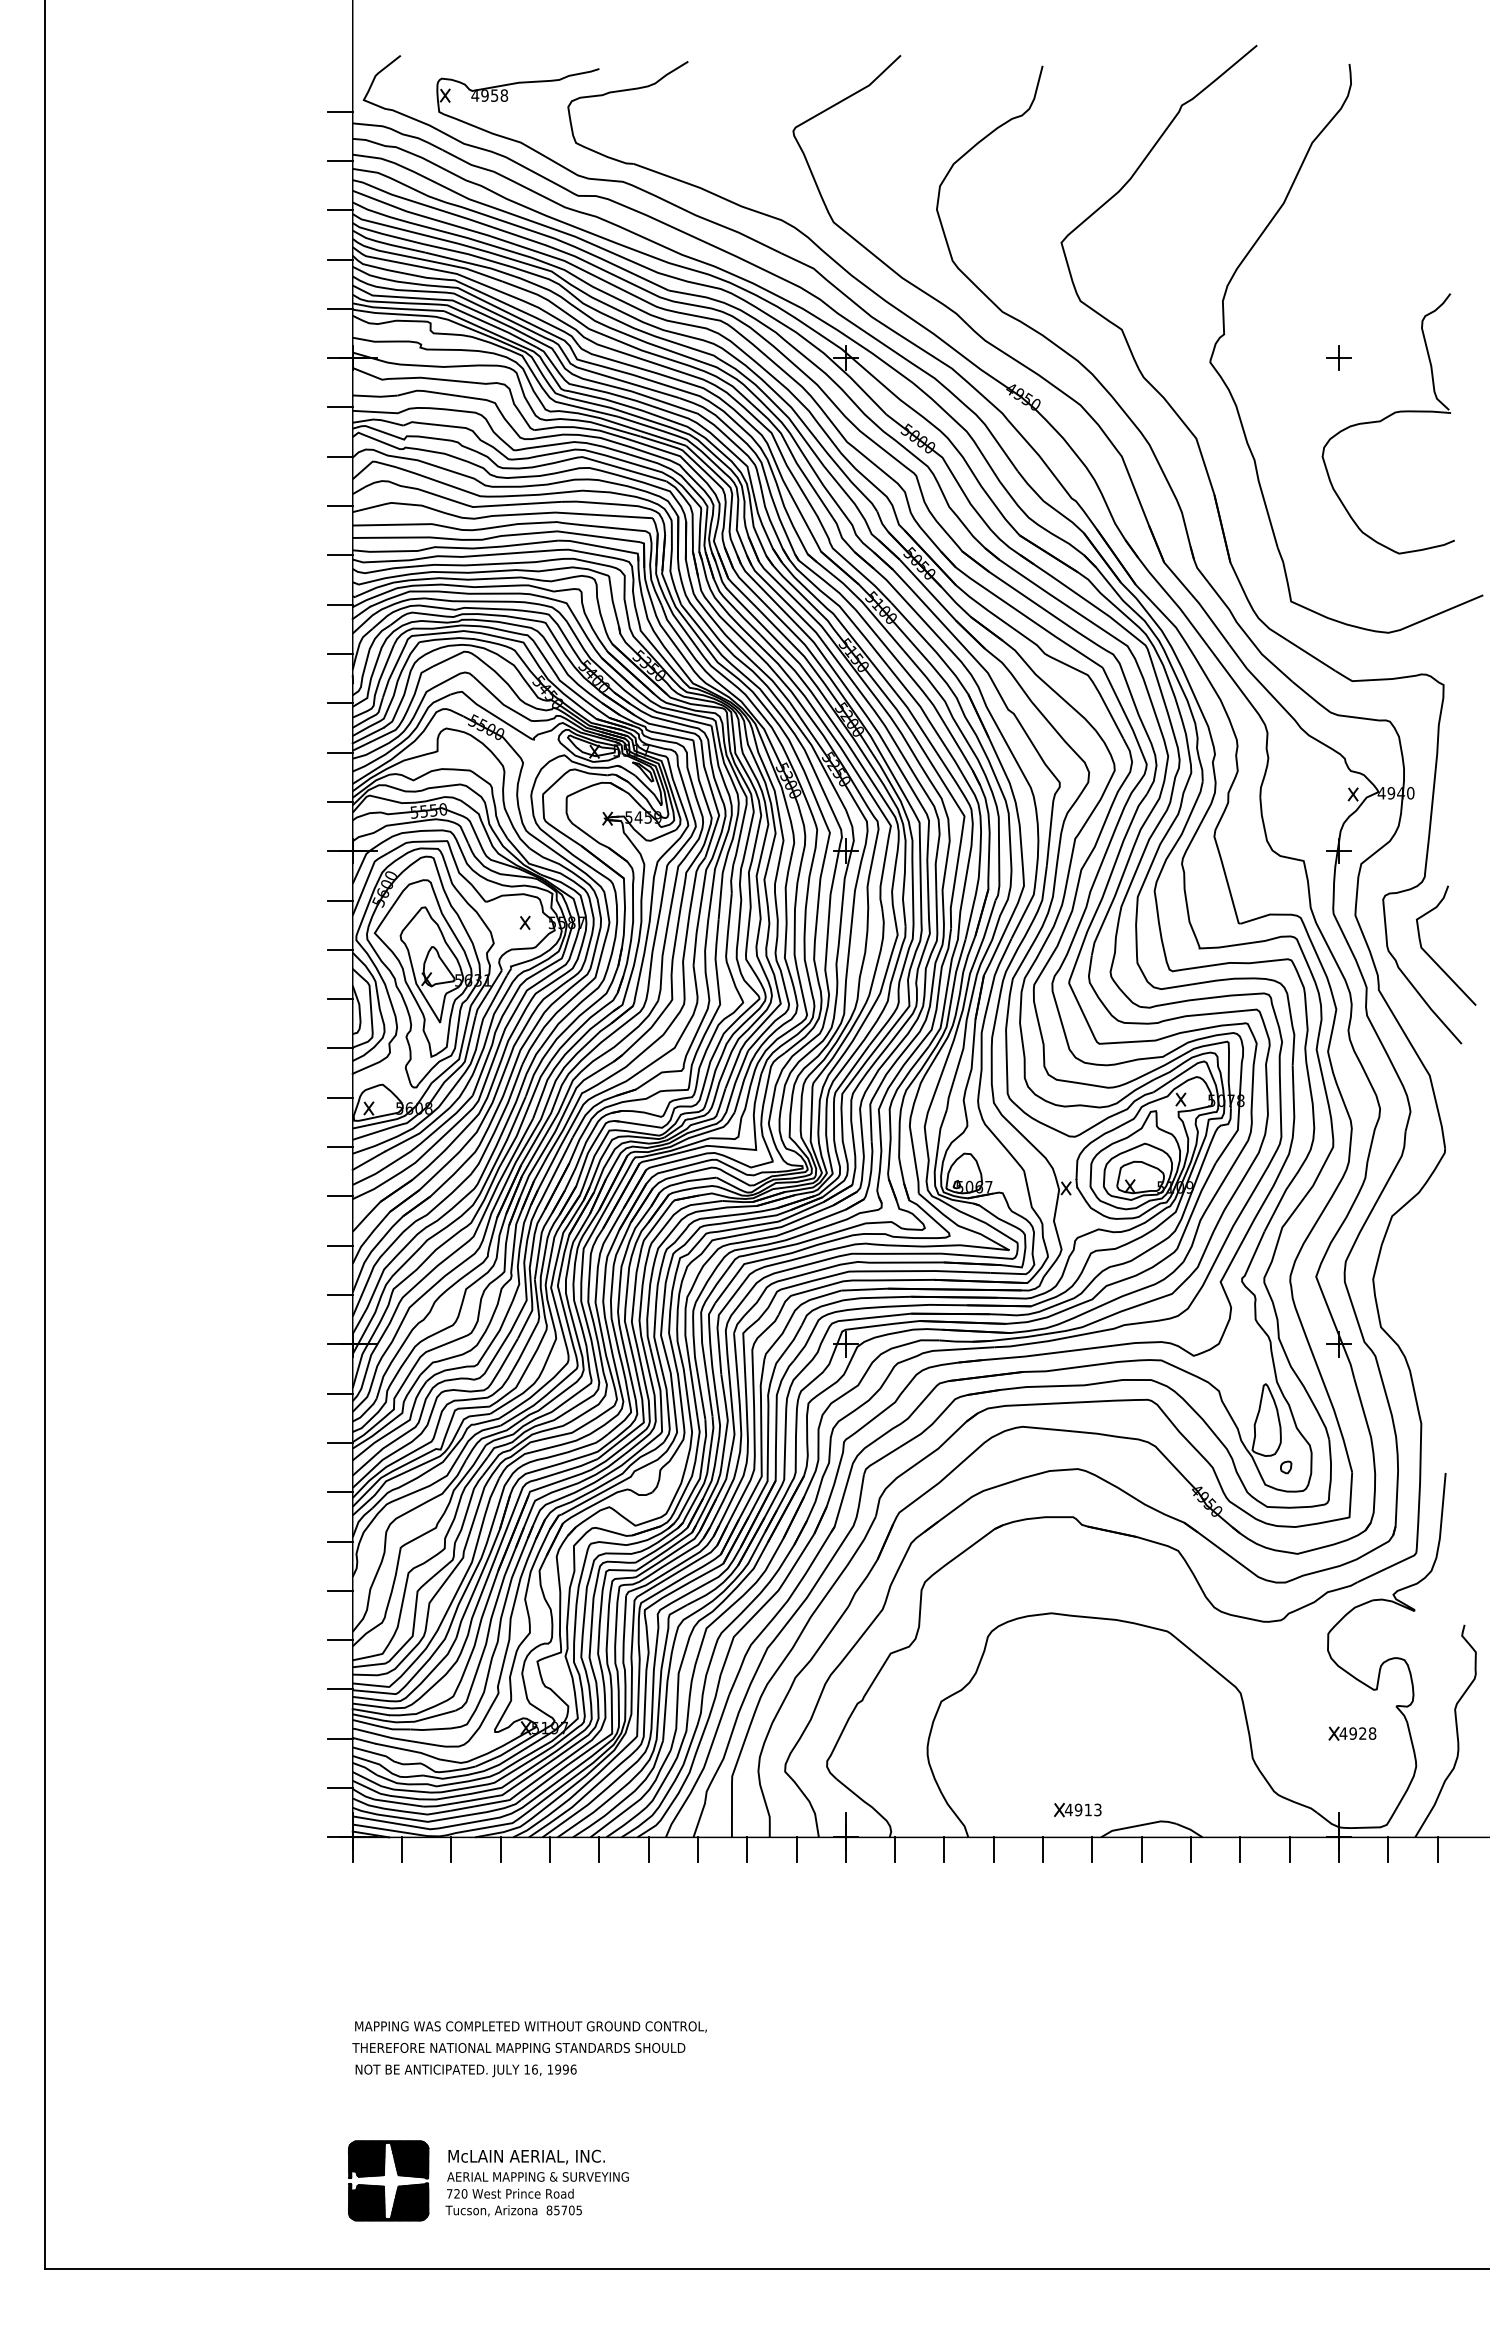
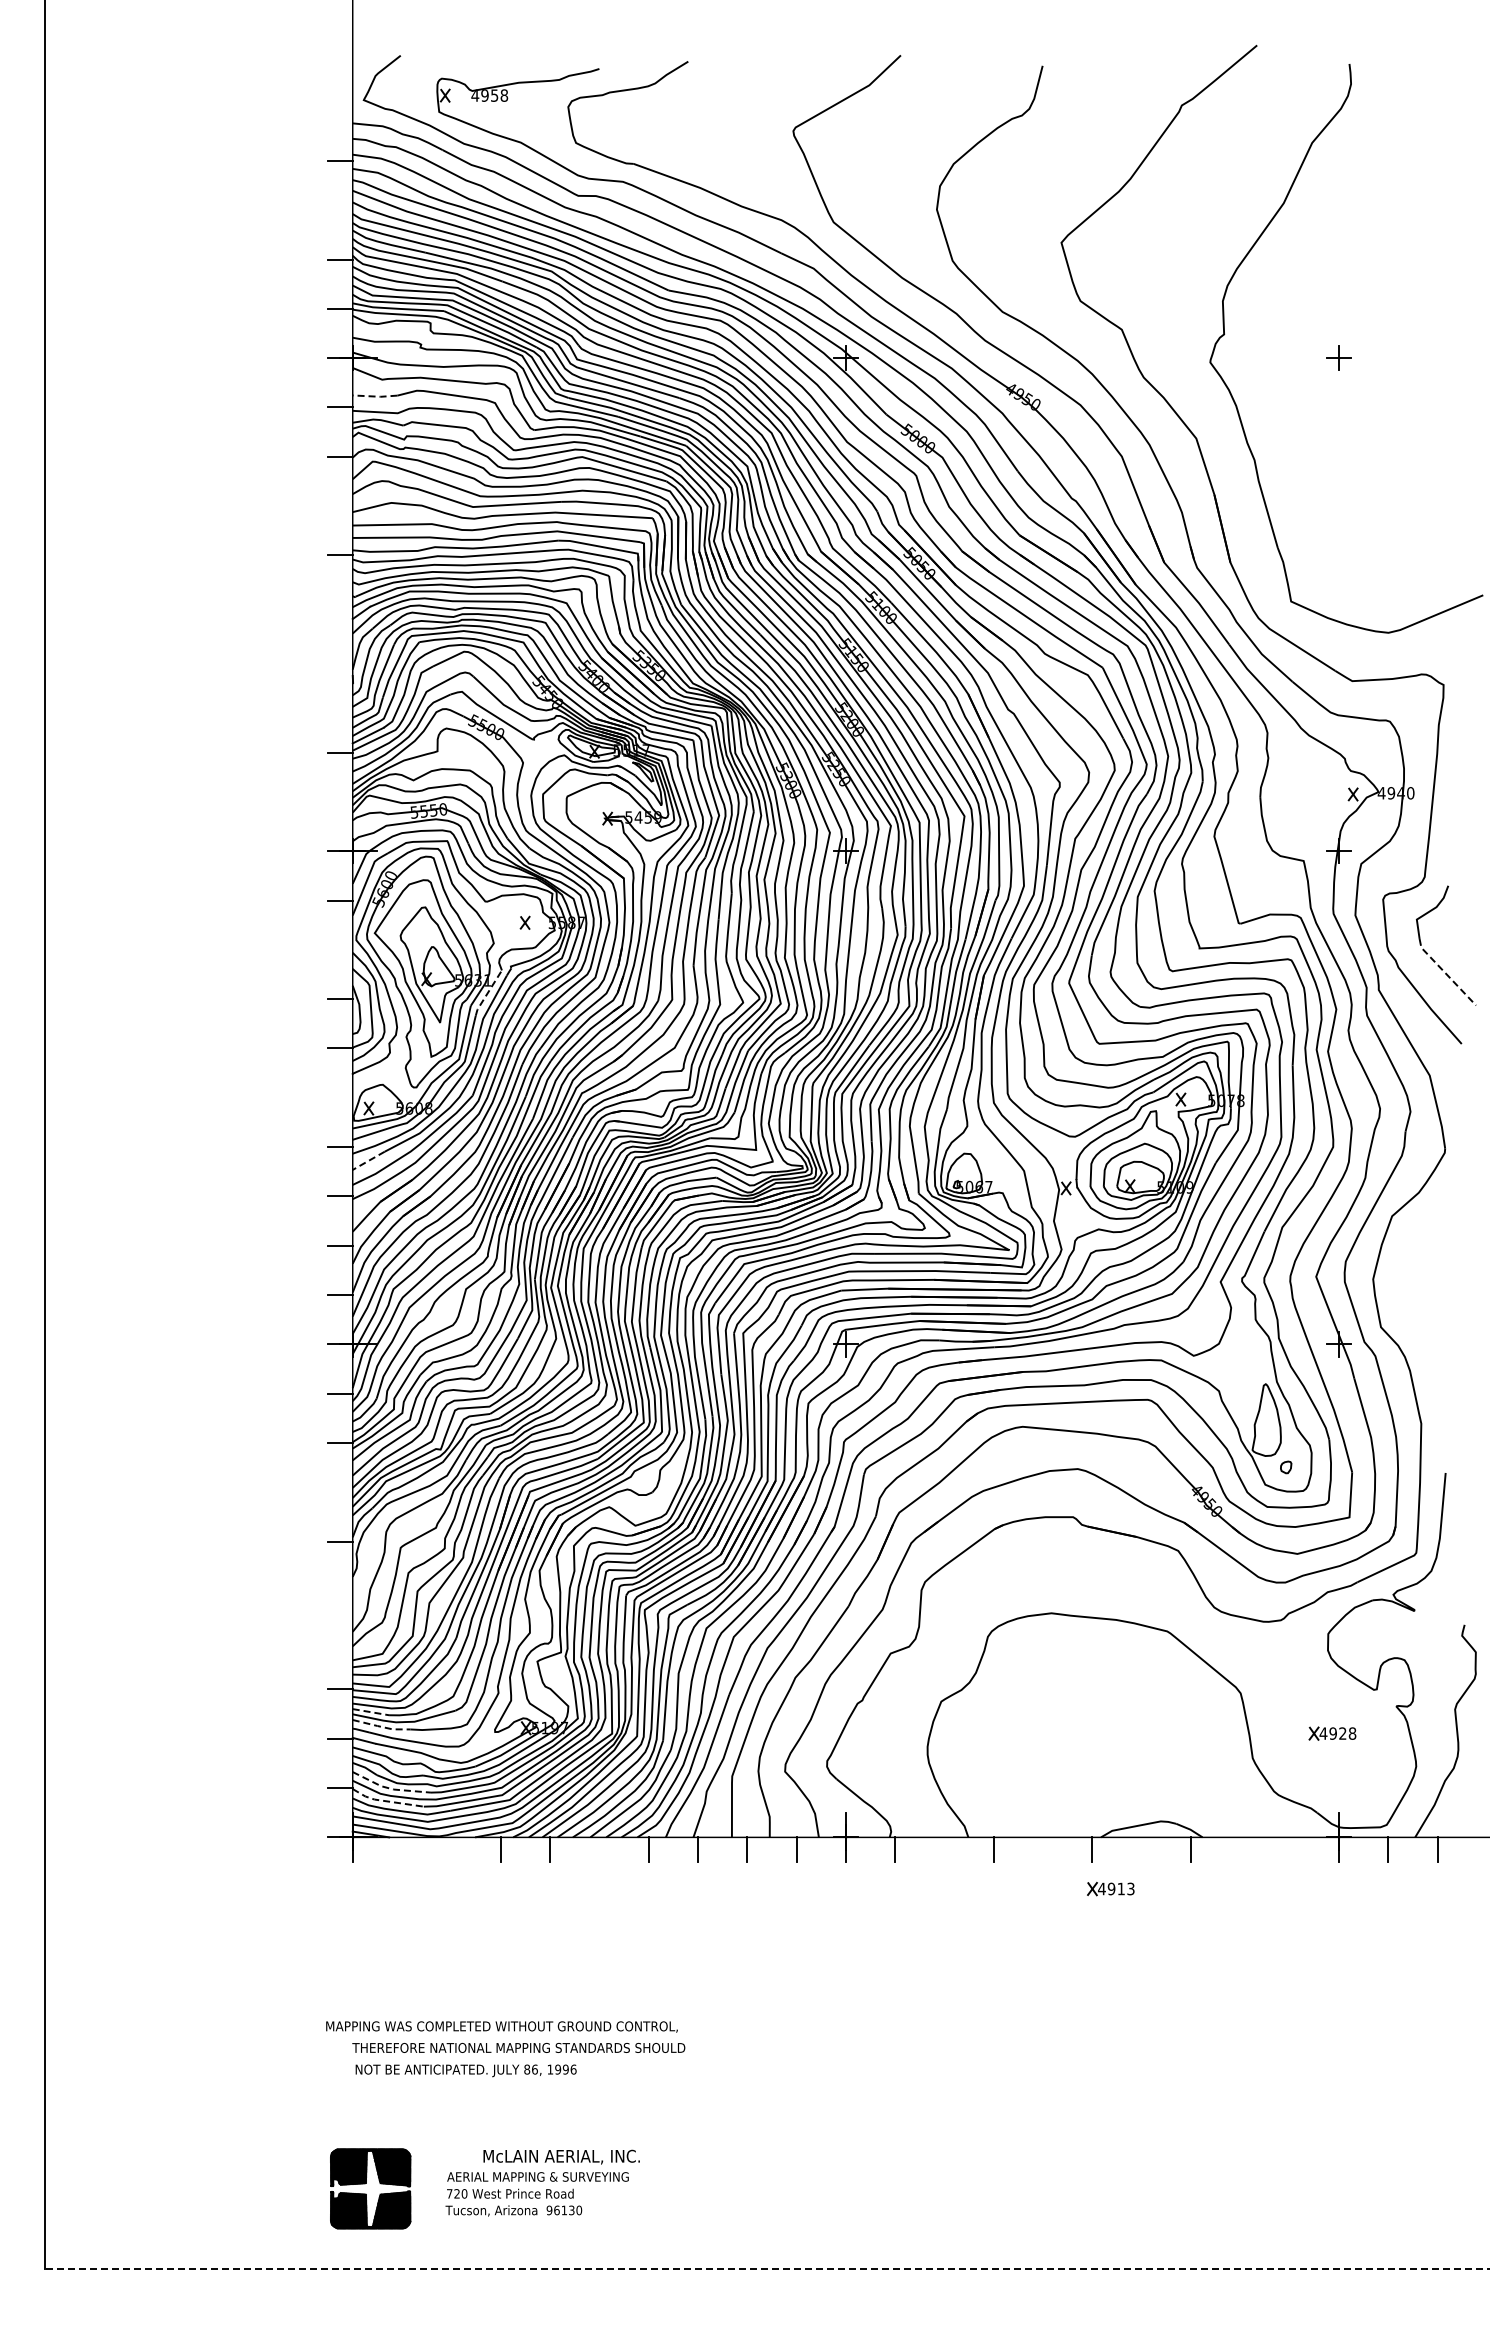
line at (340, 111): present -> none
line at (340, 210): present -> none
line at (375, 396): solid -> dashed
part at (1387, 423): present -> none
line at (340, 506): present -> none
line at (340, 604): present -> none
line at (340, 653): present -> none
line at (340, 703): present -> none
line at (340, 801): present -> none
line at (340, 949): present -> none
line at (1445, 973): solid -> dashed
line at (487, 992): solid -> dashed
line at (340, 1097): present -> none
line at (368, 1161): solid -> dashed
line at (340, 1492): present -> none
line at (340, 1590): present -> none
line at (340, 1640): present -> none
line at (371, 1712): solid -> dashed
line at (381, 1726): solid -> dashed
part at (1352, 1733) position: (1352, 1733) -> (1332, 1733)
line at (390, 1788): solid -> dashed
line at (386, 1801): solid -> dashed
part at (1077, 1809) position: (1077, 1809) -> (1110, 1888)
line at (402, 1849): present -> none
line at (451, 1849): present -> none
line at (599, 1849): present -> none
line at (944, 1849): present -> none
line at (1043, 1849): present -> none
line at (1141, 1849): present -> none
line at (1240, 1849): present -> none
line at (1289, 1849): present -> none
text at (530, 2026) position: (530, 2026) -> (501, 2026)
text at (527, 2069): 16, -> 86,
text at (526, 2156) position: (526, 2156) -> (561, 2156)
part at (384, 2175) position: (384, 2175) -> (366, 2183)
text at (564, 2210): 85705 -> 96130
line at (766, 2268): solid -> dashed
